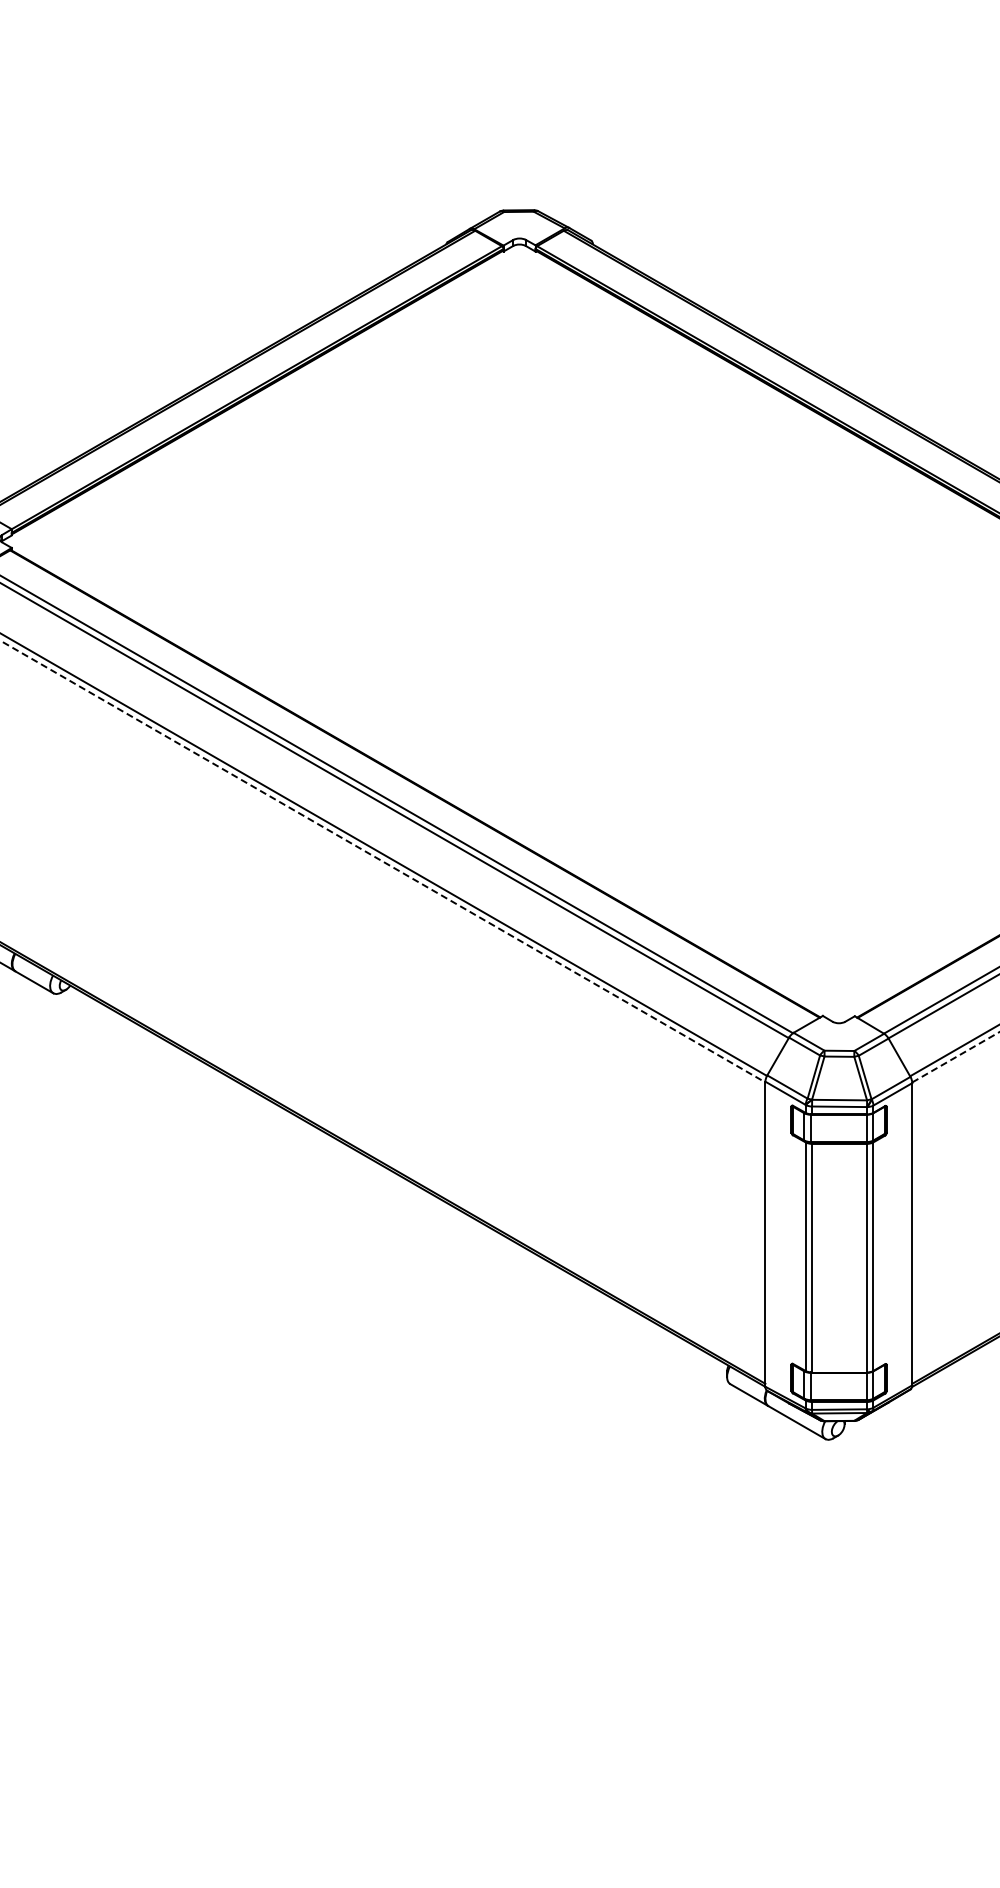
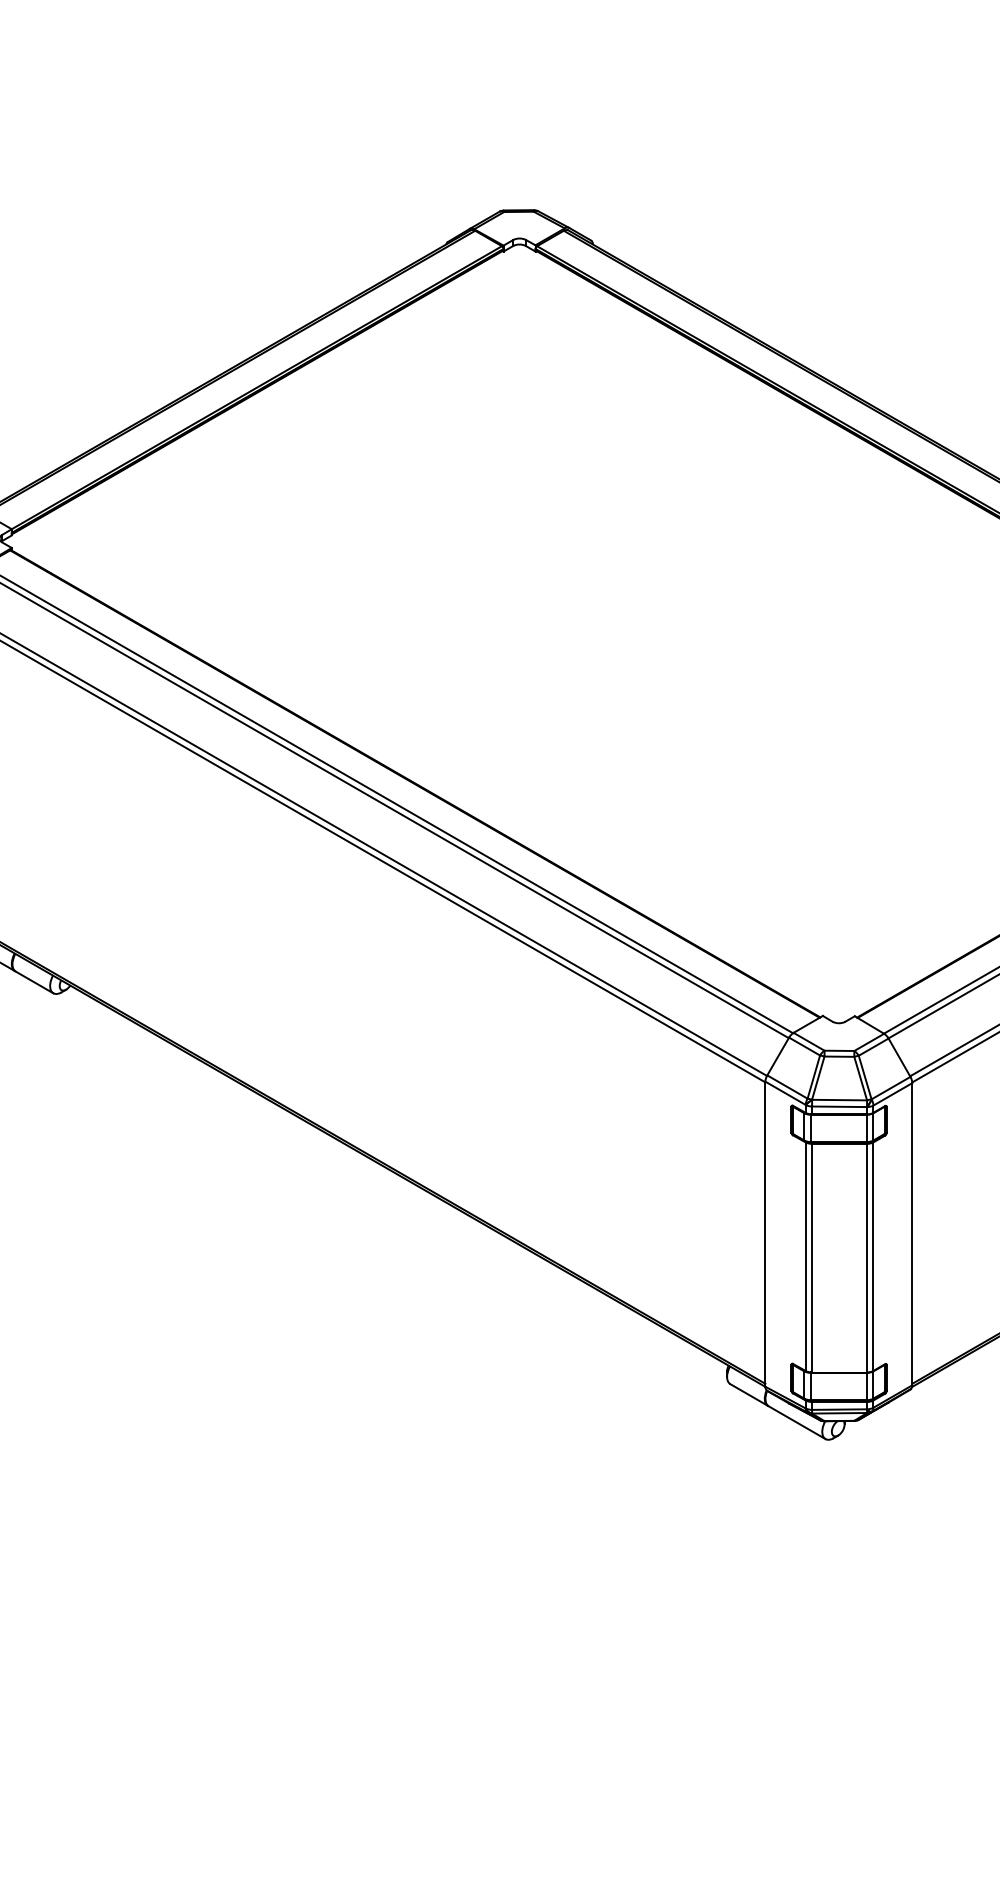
line at (382, 861): dashed -> solid
line at (956, 1056): dashed -> solid
